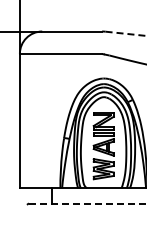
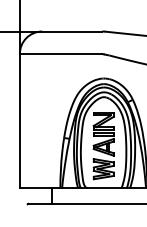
line at (126, 33): dashed -> solid
line at (86, 203): dashed -> solid
